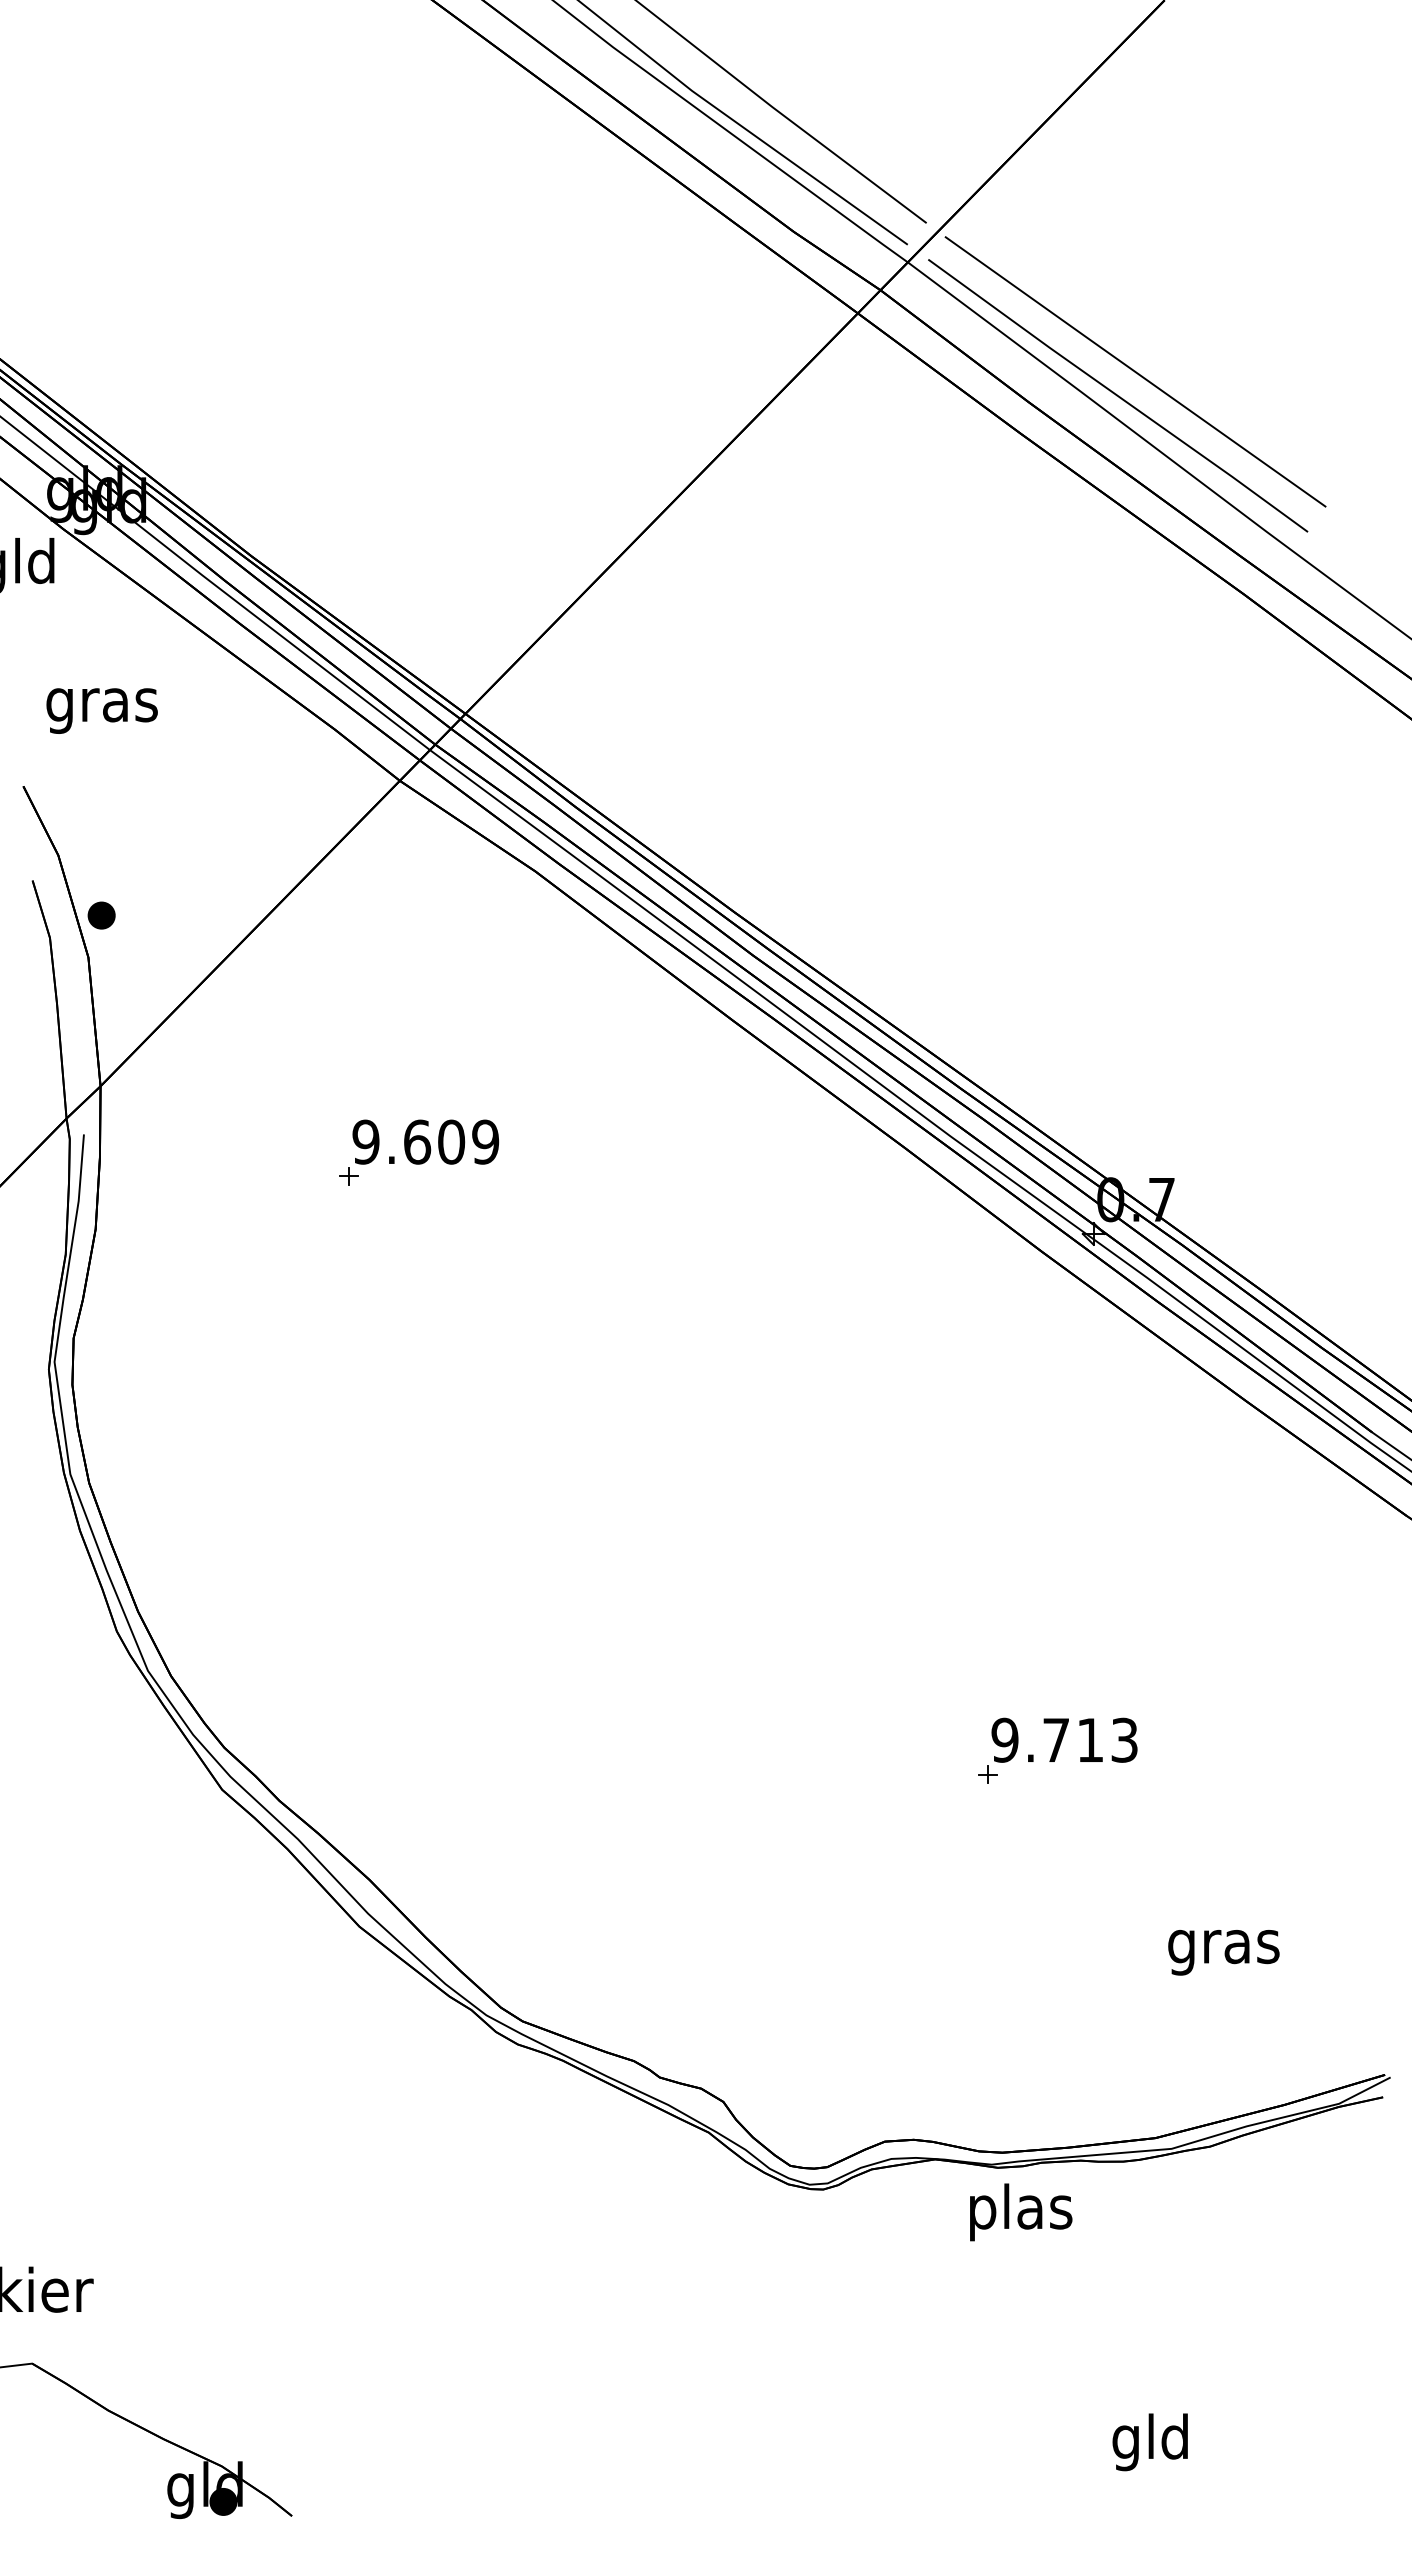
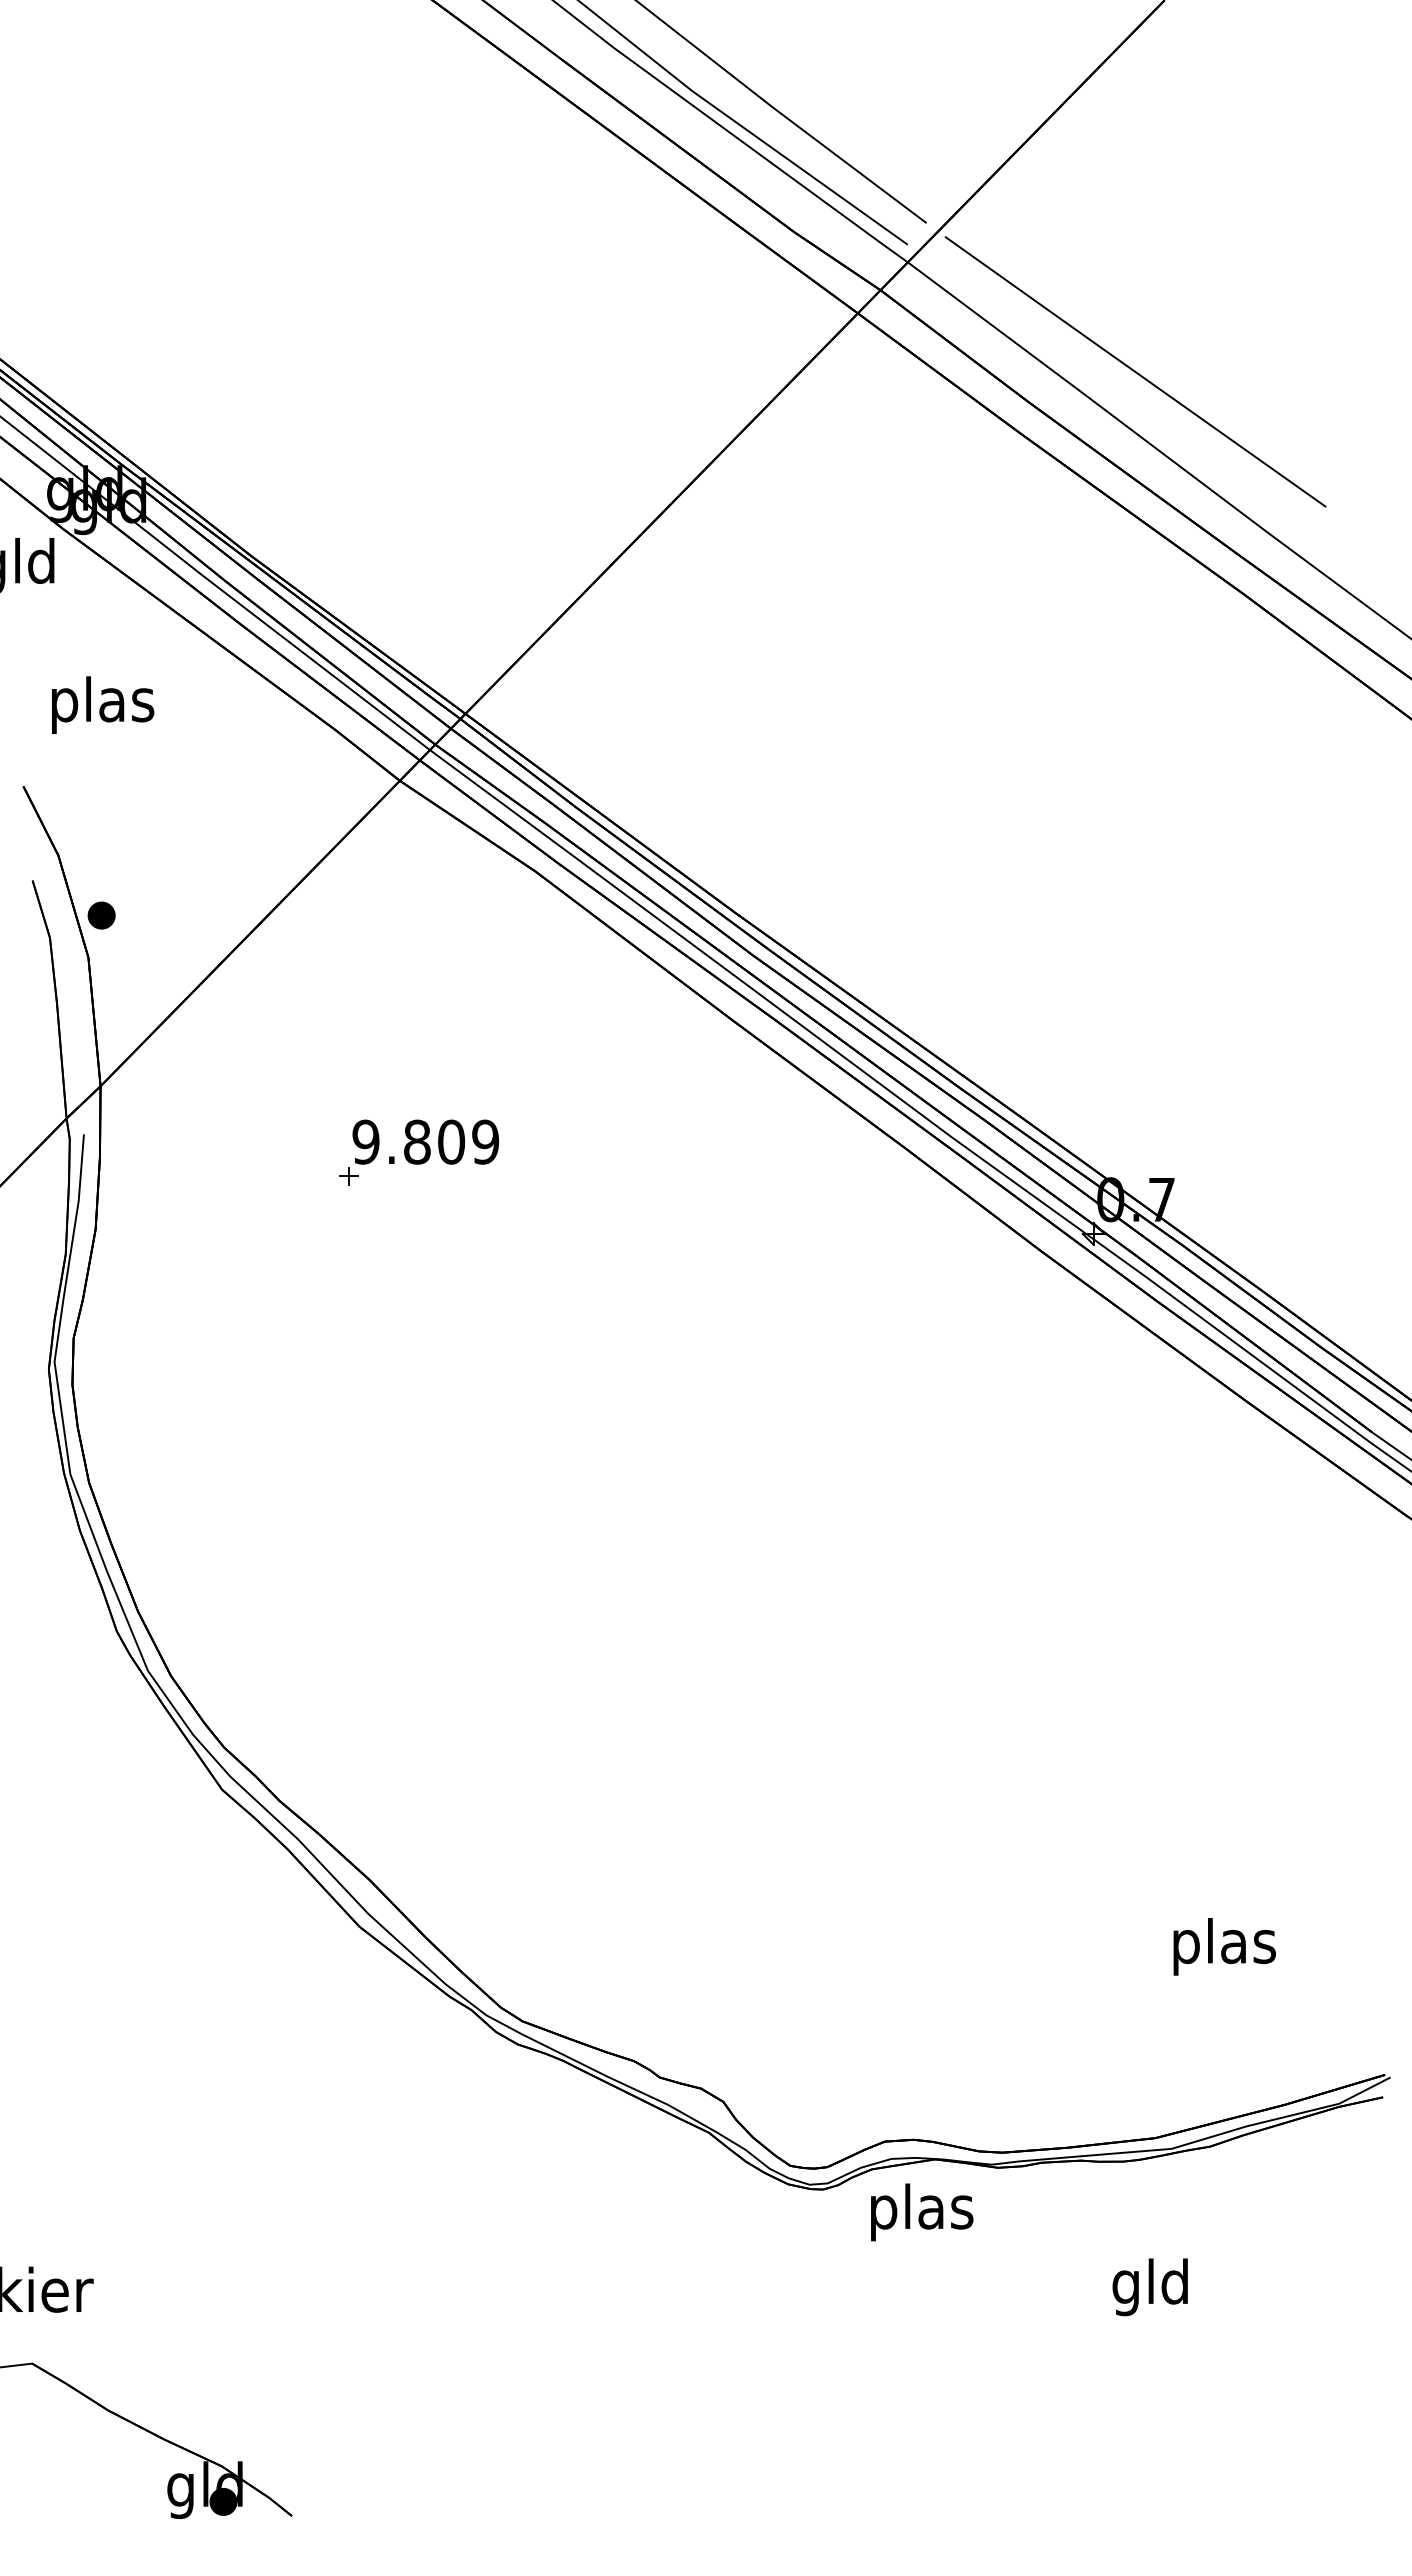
line at (1118, 395): present -> none
text at (101, 704): gras -> plas
text at (417, 1141): 9.609 -> 9.809
part at (1057, 1750): present -> none
text at (1223, 1946): gras -> plas
text at (1021, 2212) position: (1021, 2212) -> (922, 2212)
text at (1149, 2442) position: (1149, 2442) -> (1149, 2287)
